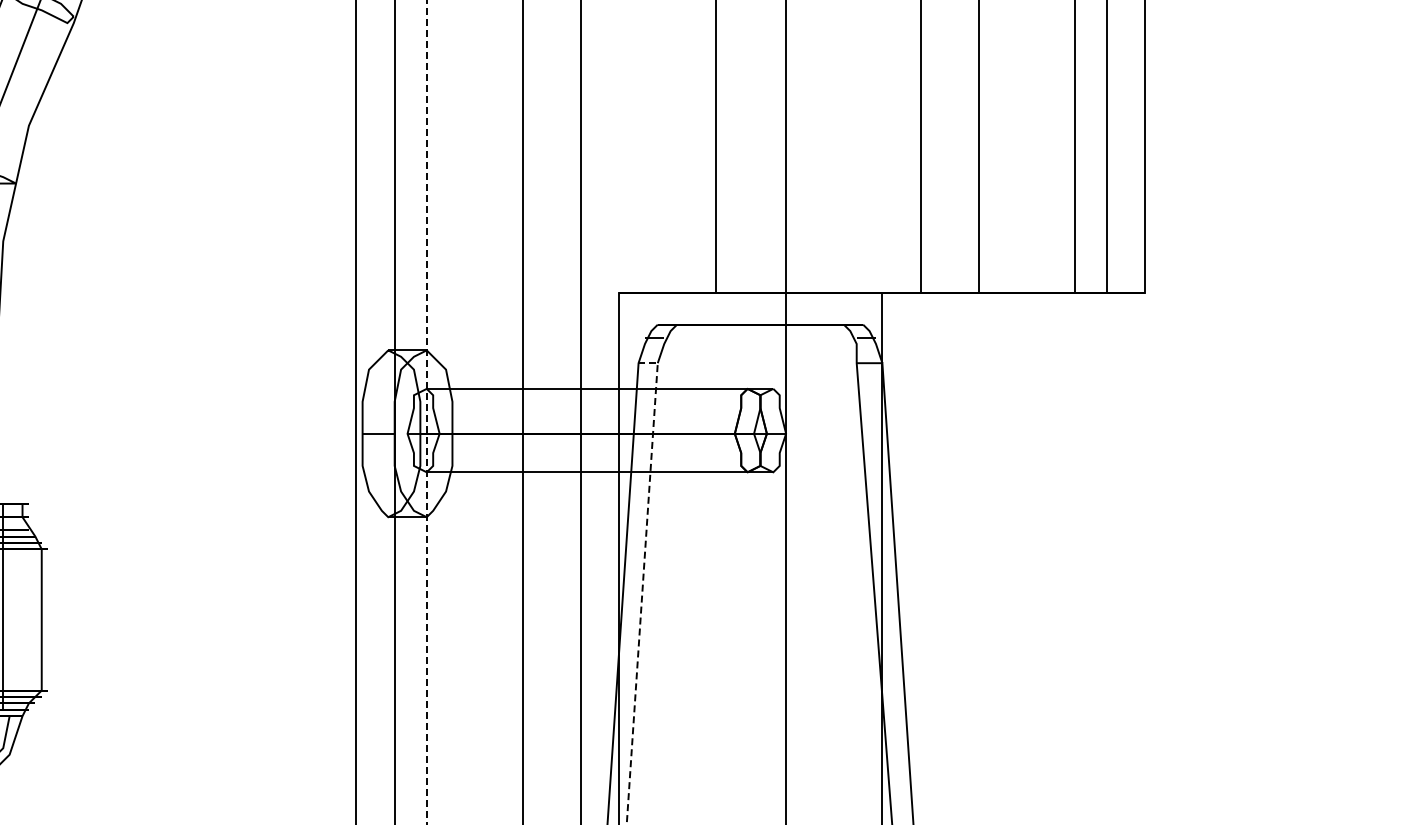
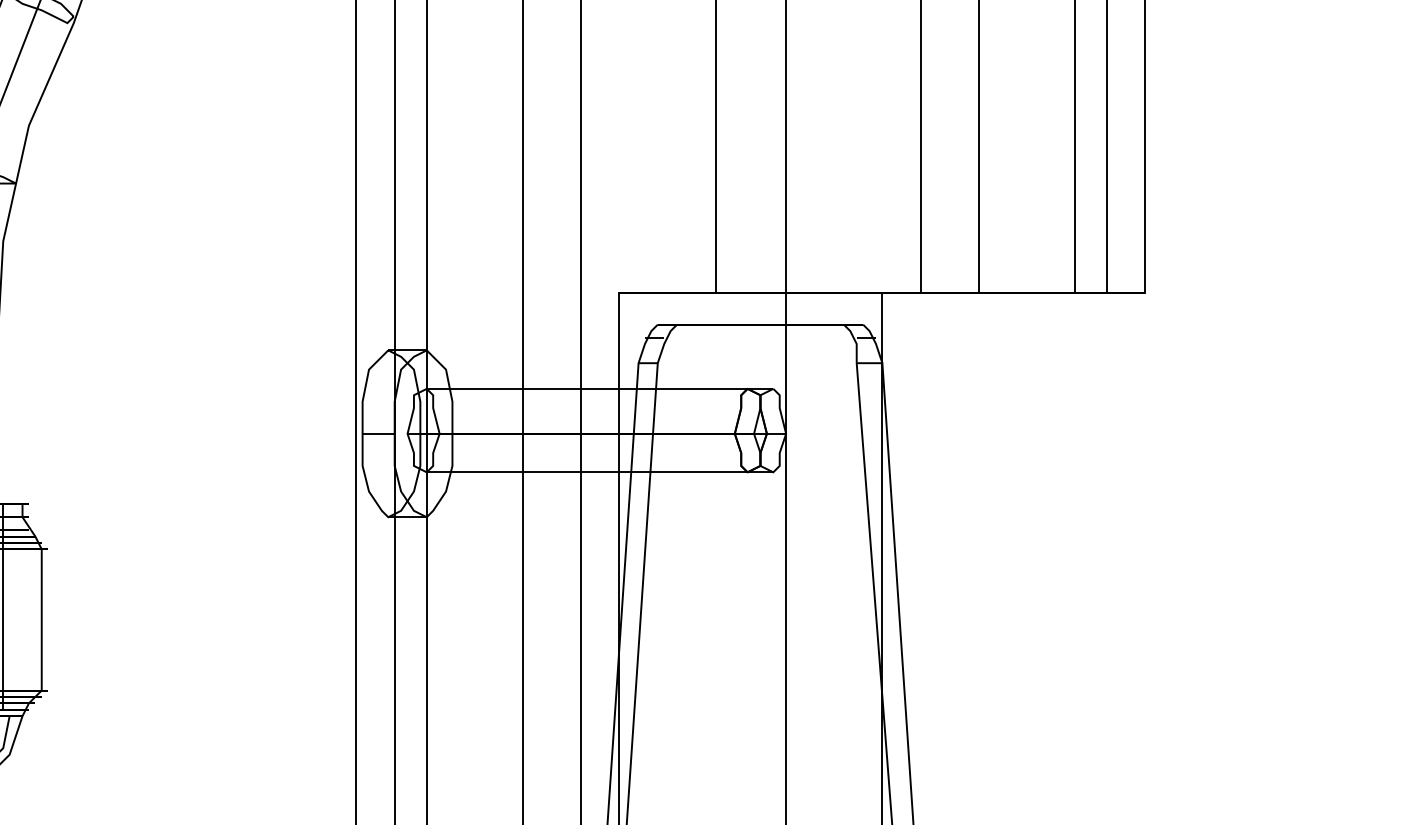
line at (426, 413): dashed -> solid
line at (643, 582): dashed -> solid
